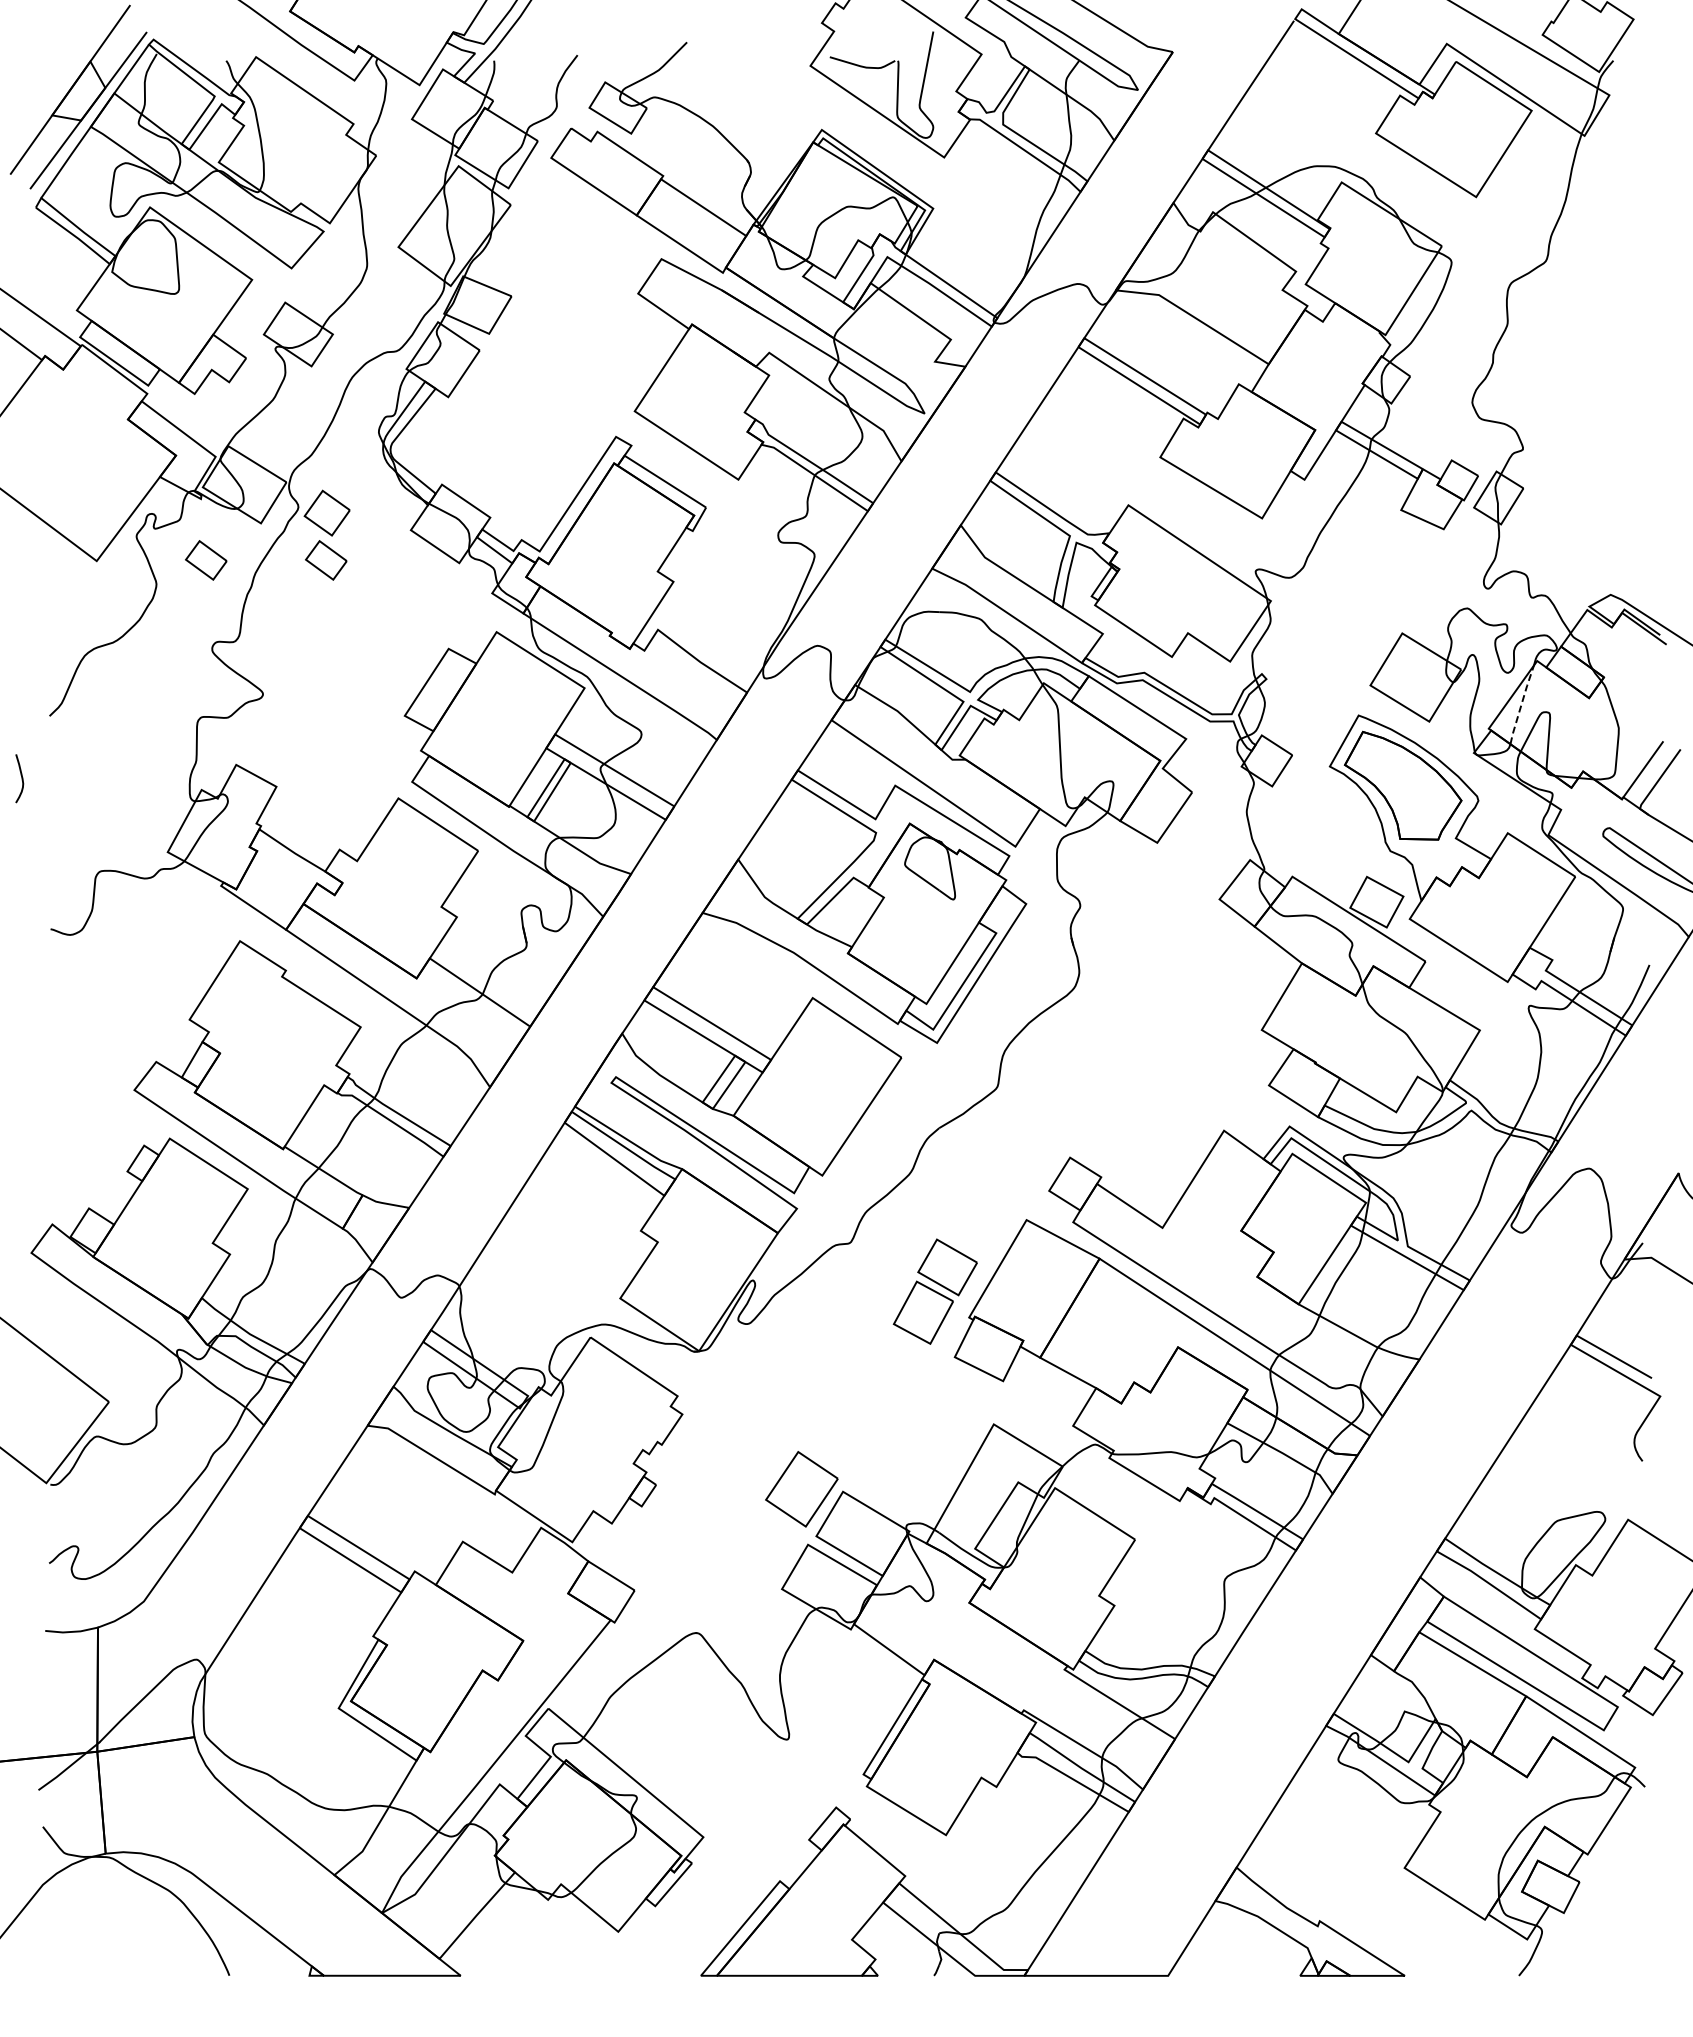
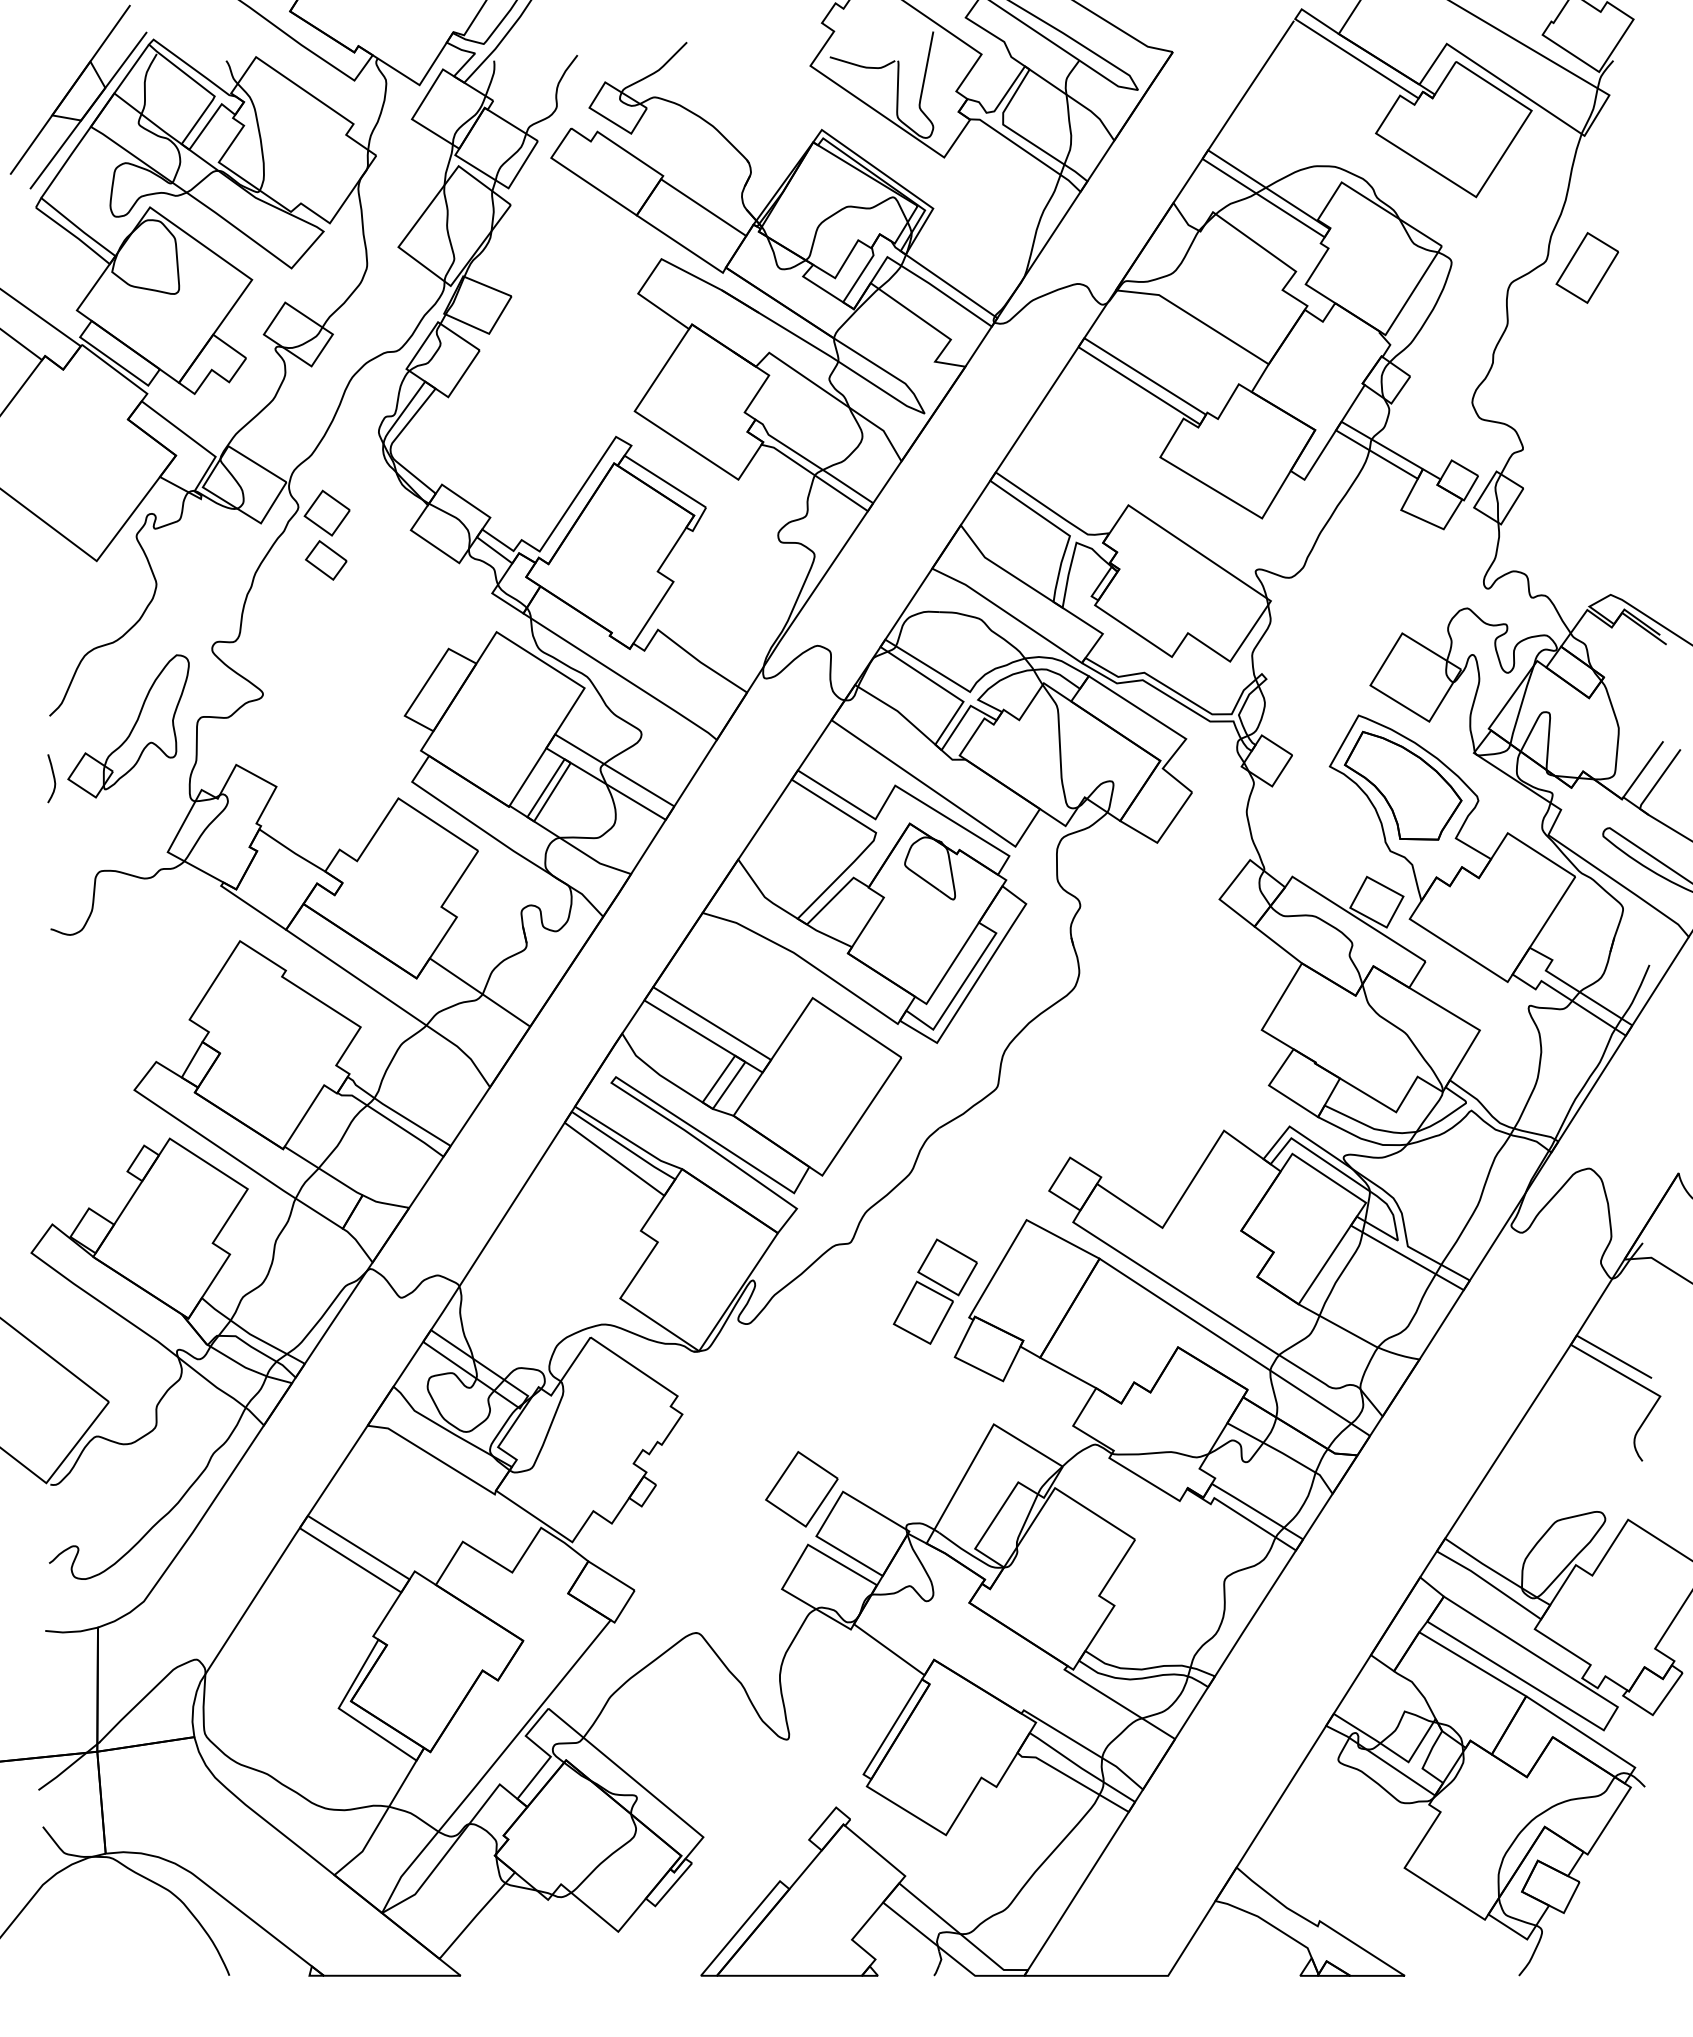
part at (1587, 267): none -> present
part at (206, 560): present -> none
line at (1521, 704): dashed -> solid
part at (128, 726): none -> present
curve at (21, 778) position: (21, 778) -> (53, 778)
